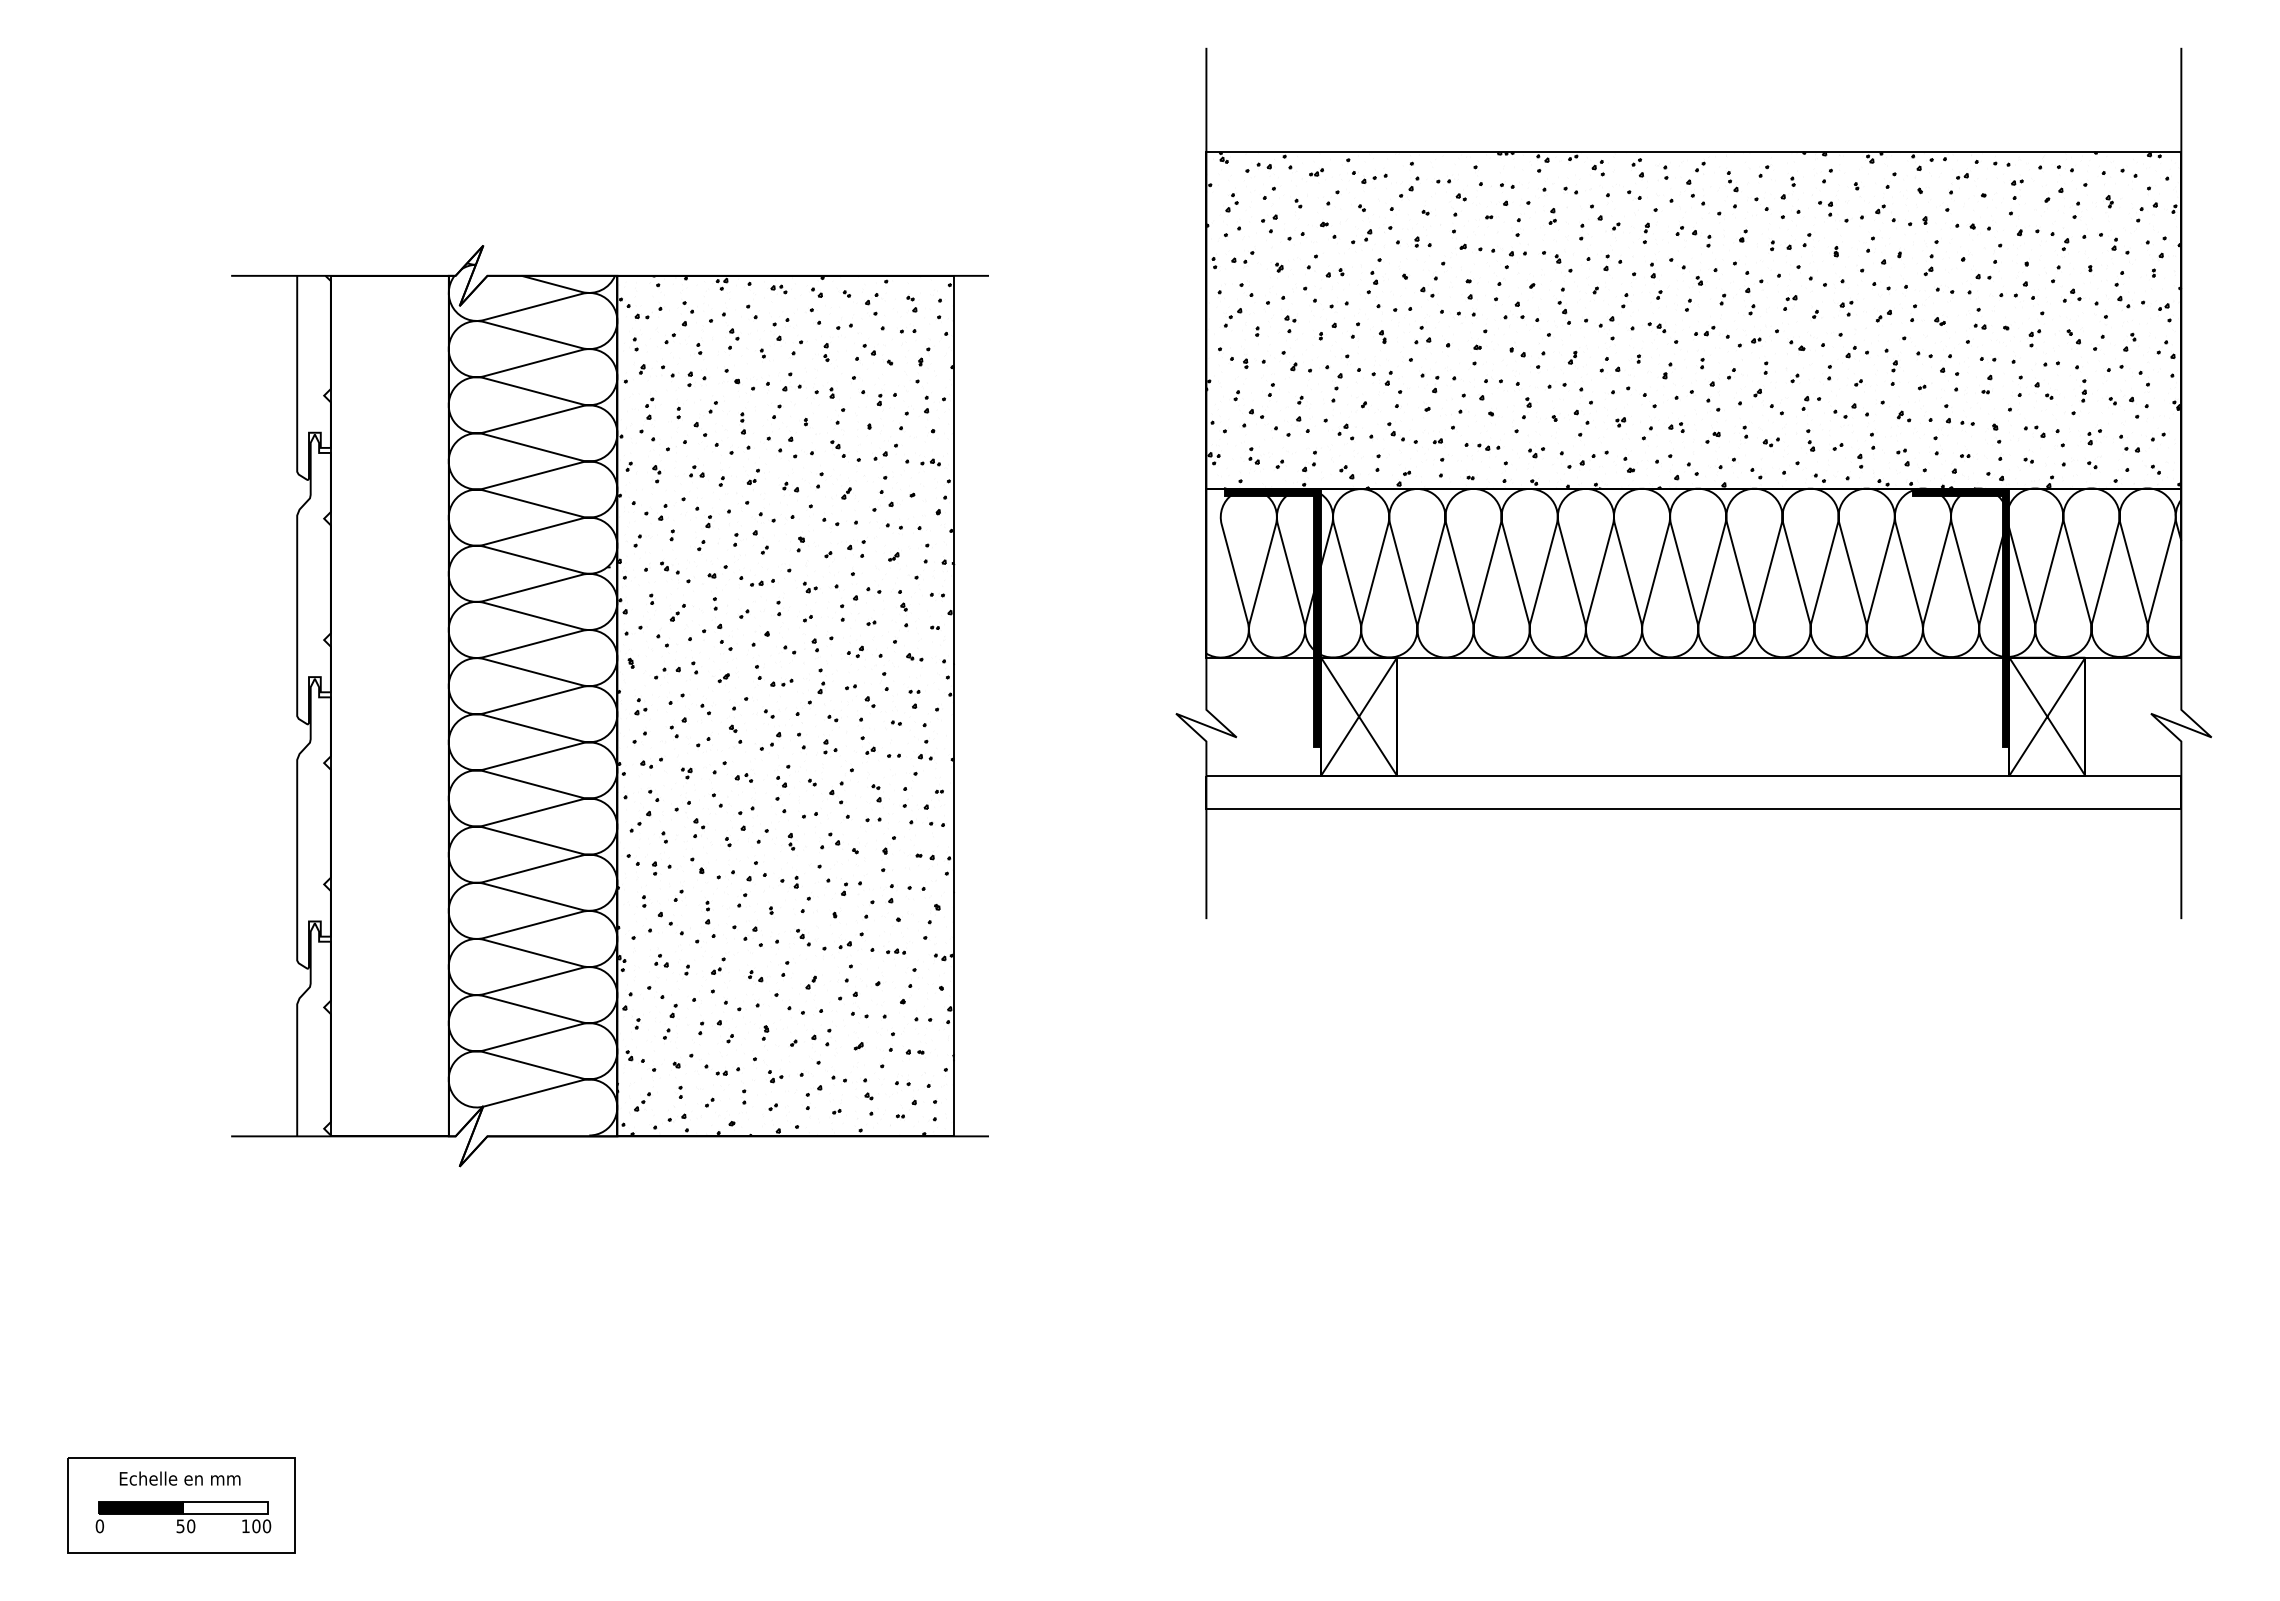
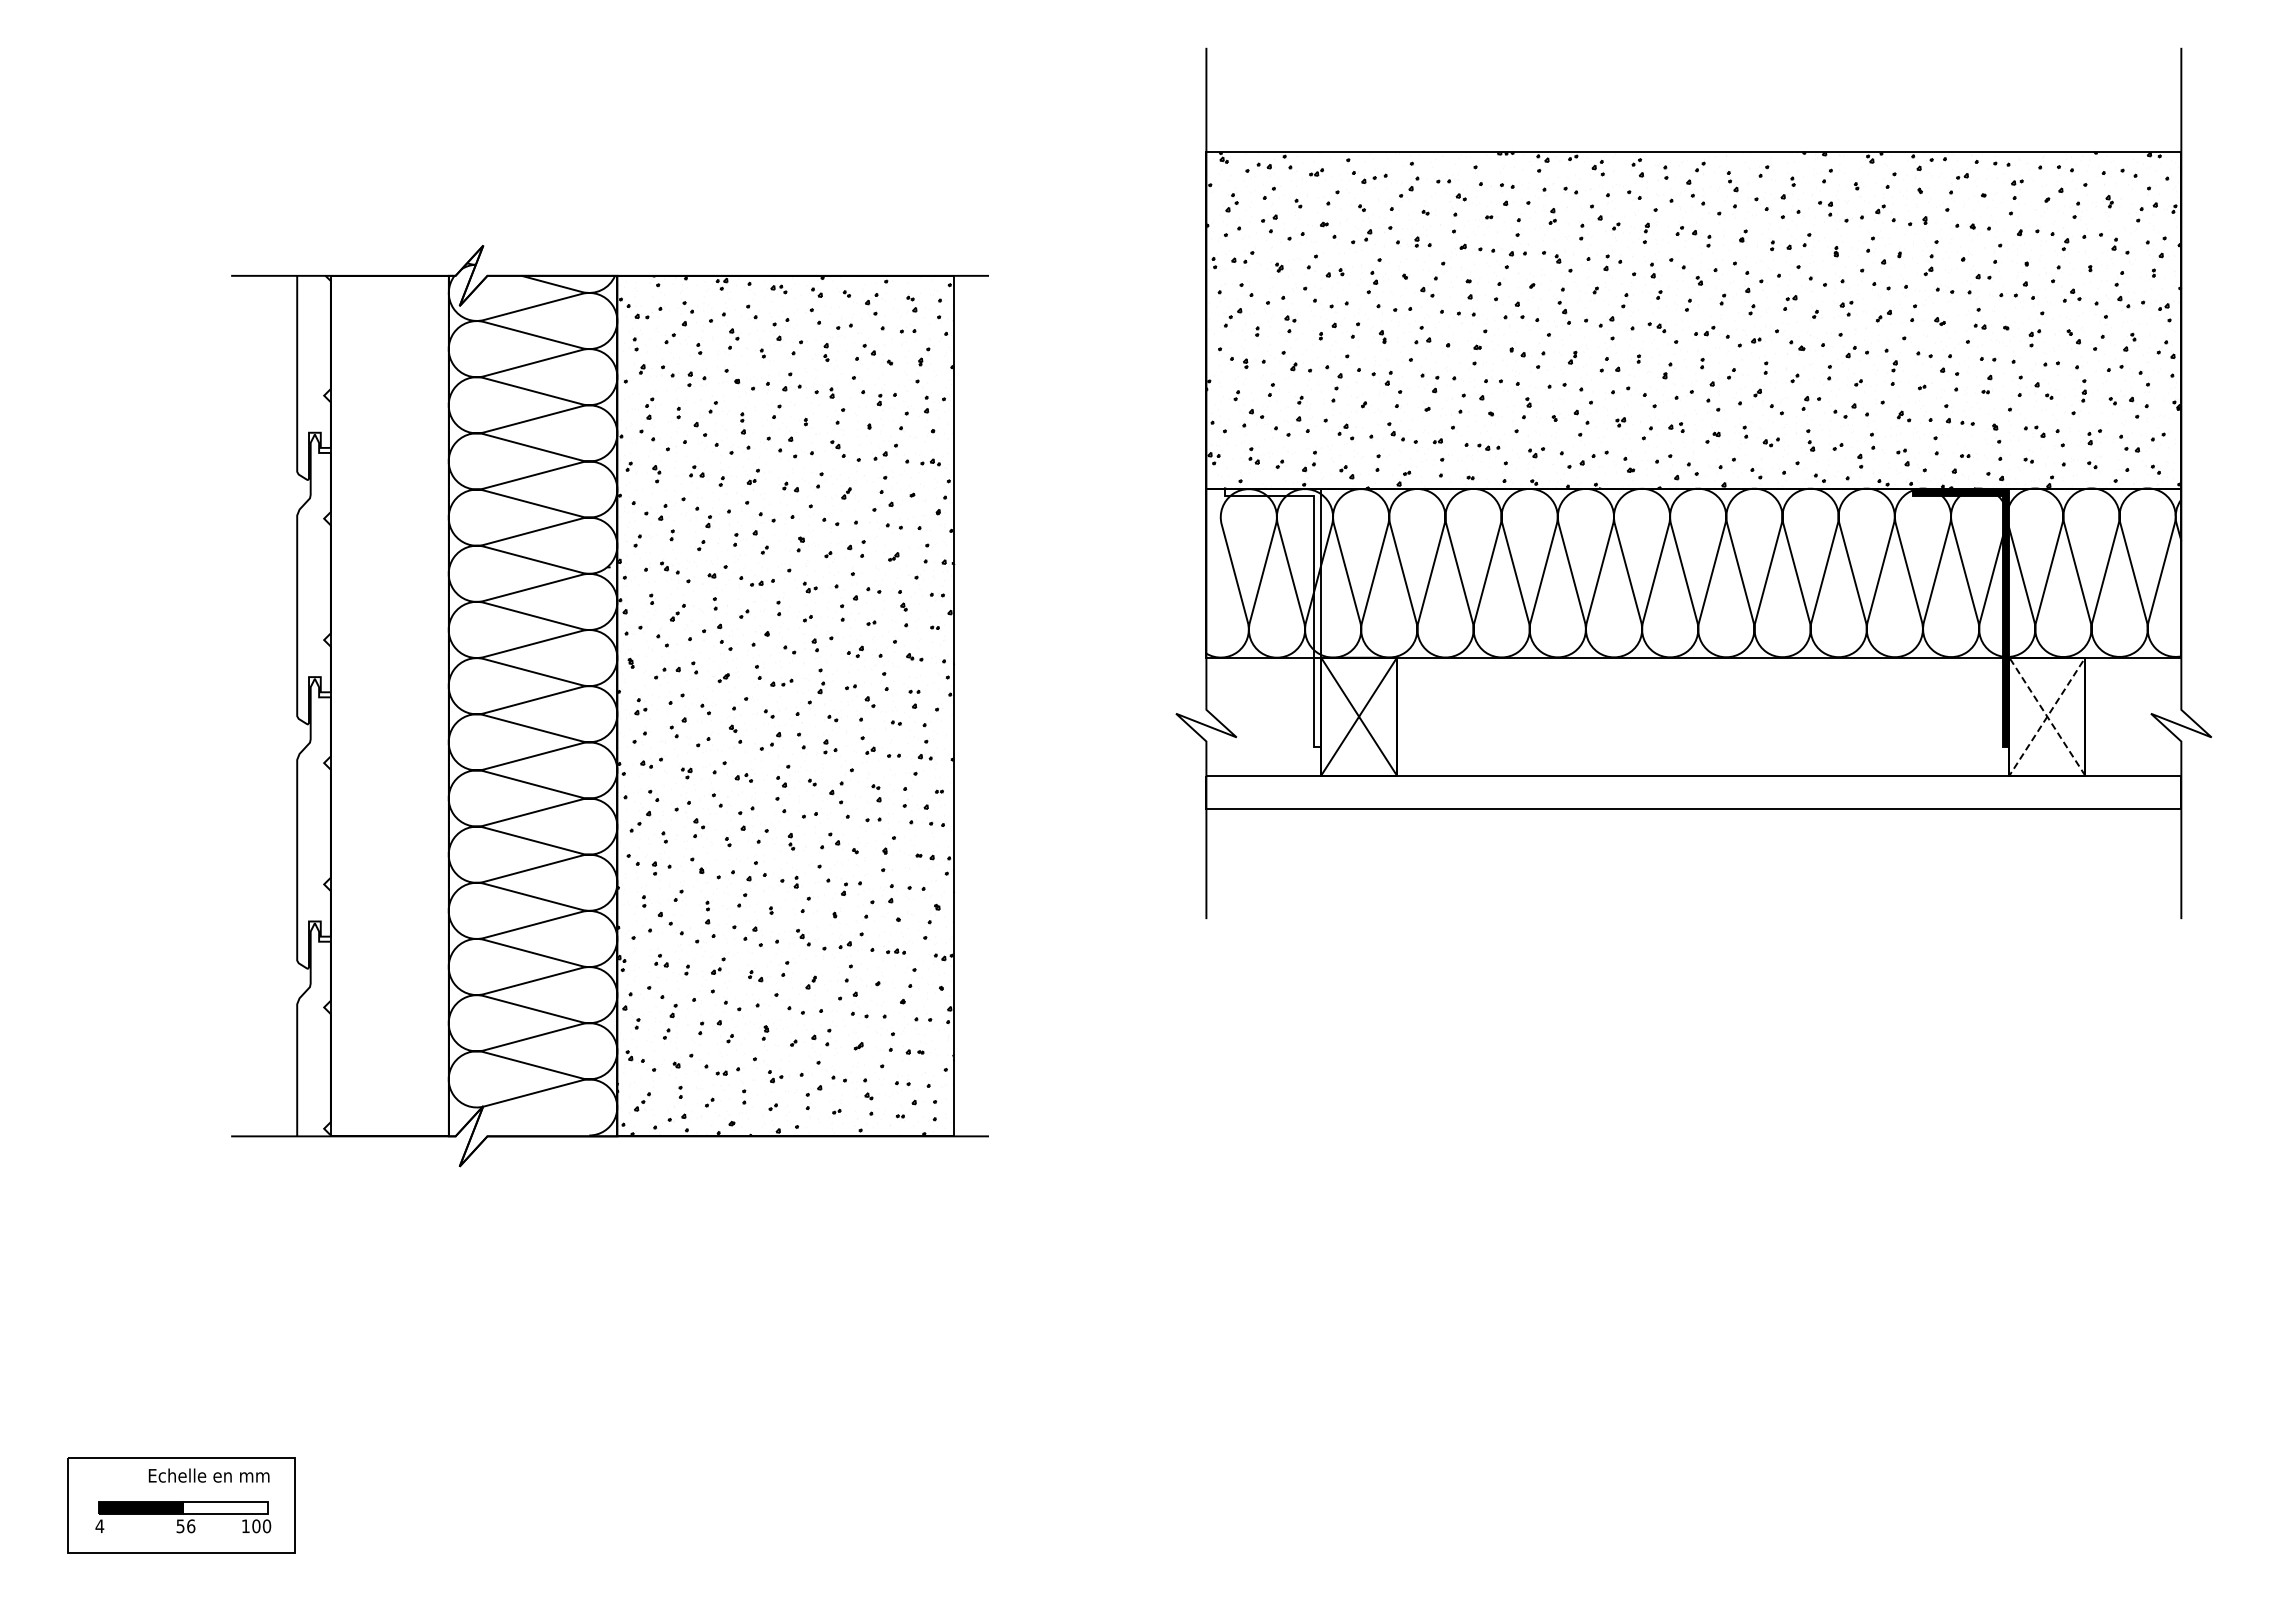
fill at (1272, 618): present -> none
line at (2047, 657): solid -> dashed
text at (179, 1478) position: (179, 1478) -> (208, 1475)
text at (191, 1525): 50 -> 56
text at (99, 1526): 0 -> 4
